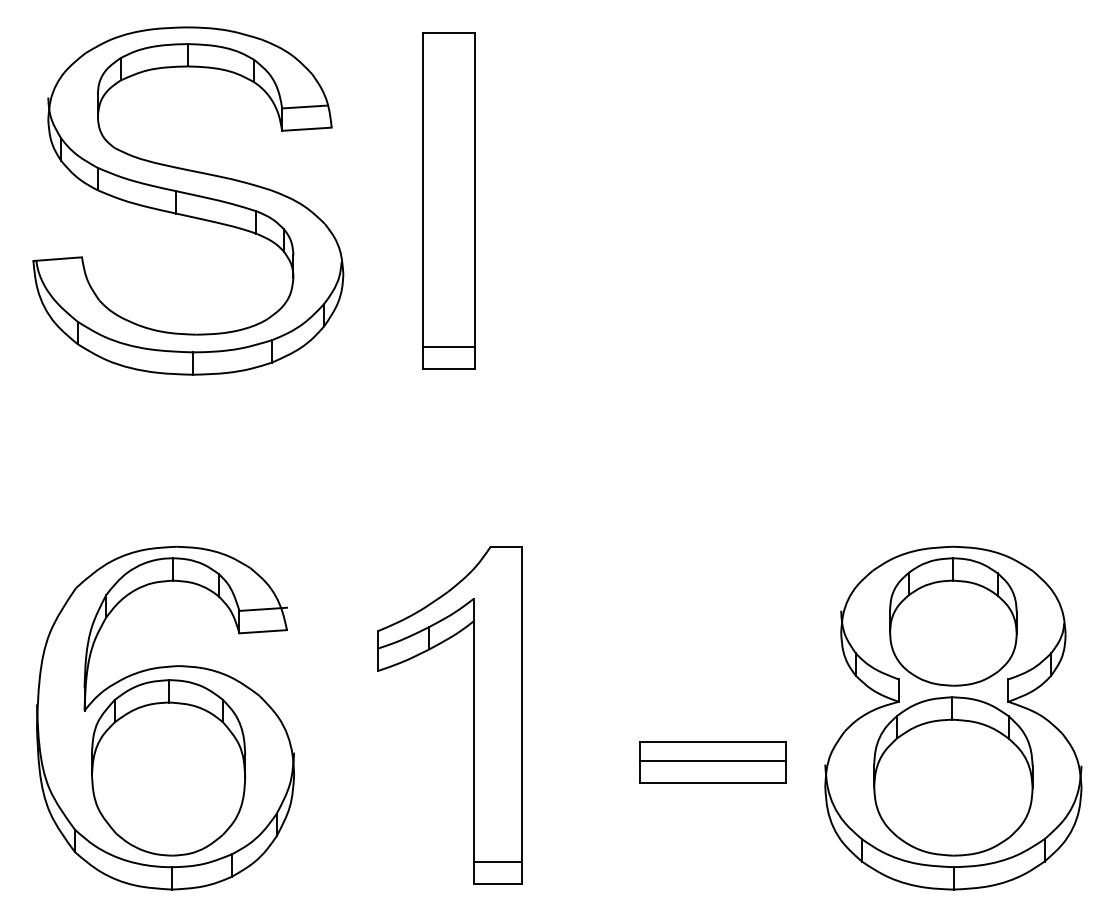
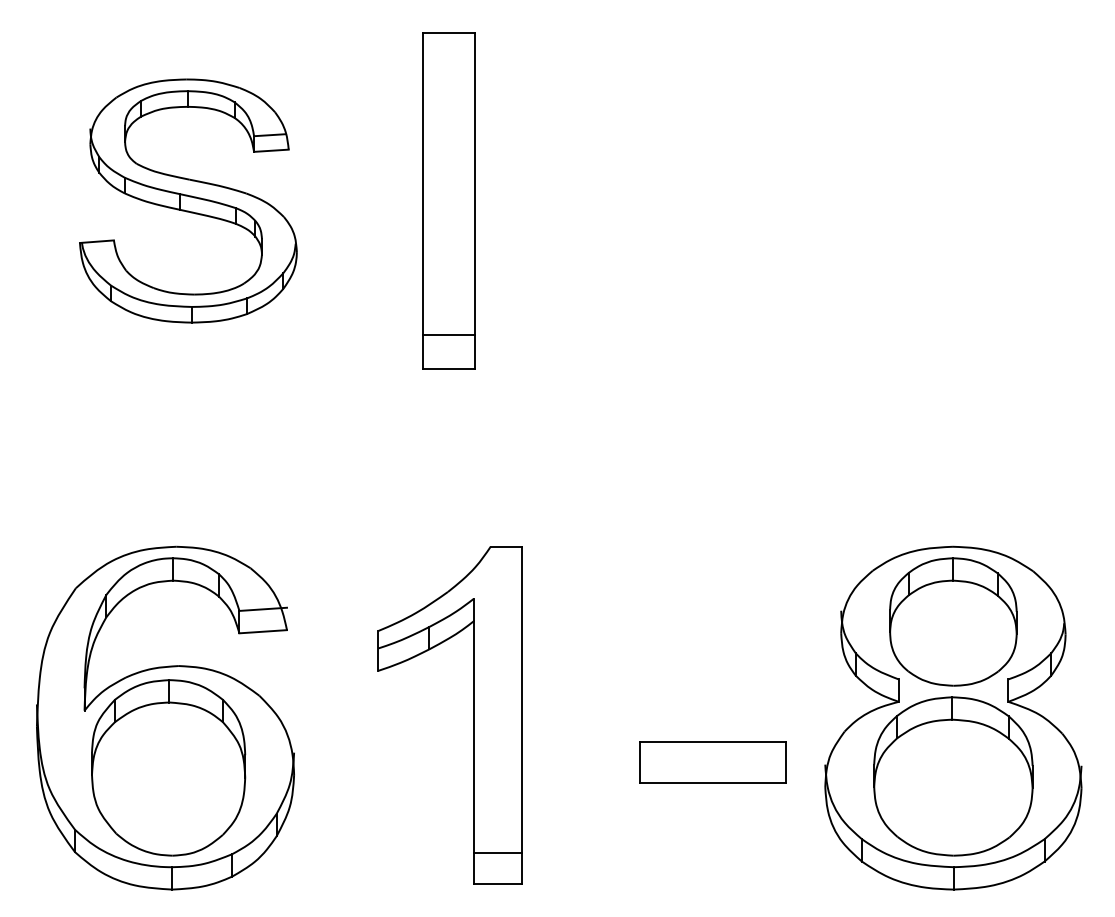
part at (188, 200) size: 313x350 px -> 219x246 px
line at (448, 346) position: (448, 346) -> (448, 334)
line at (712, 760): present -> none
line at (497, 861) position: (497, 861) -> (497, 852)
